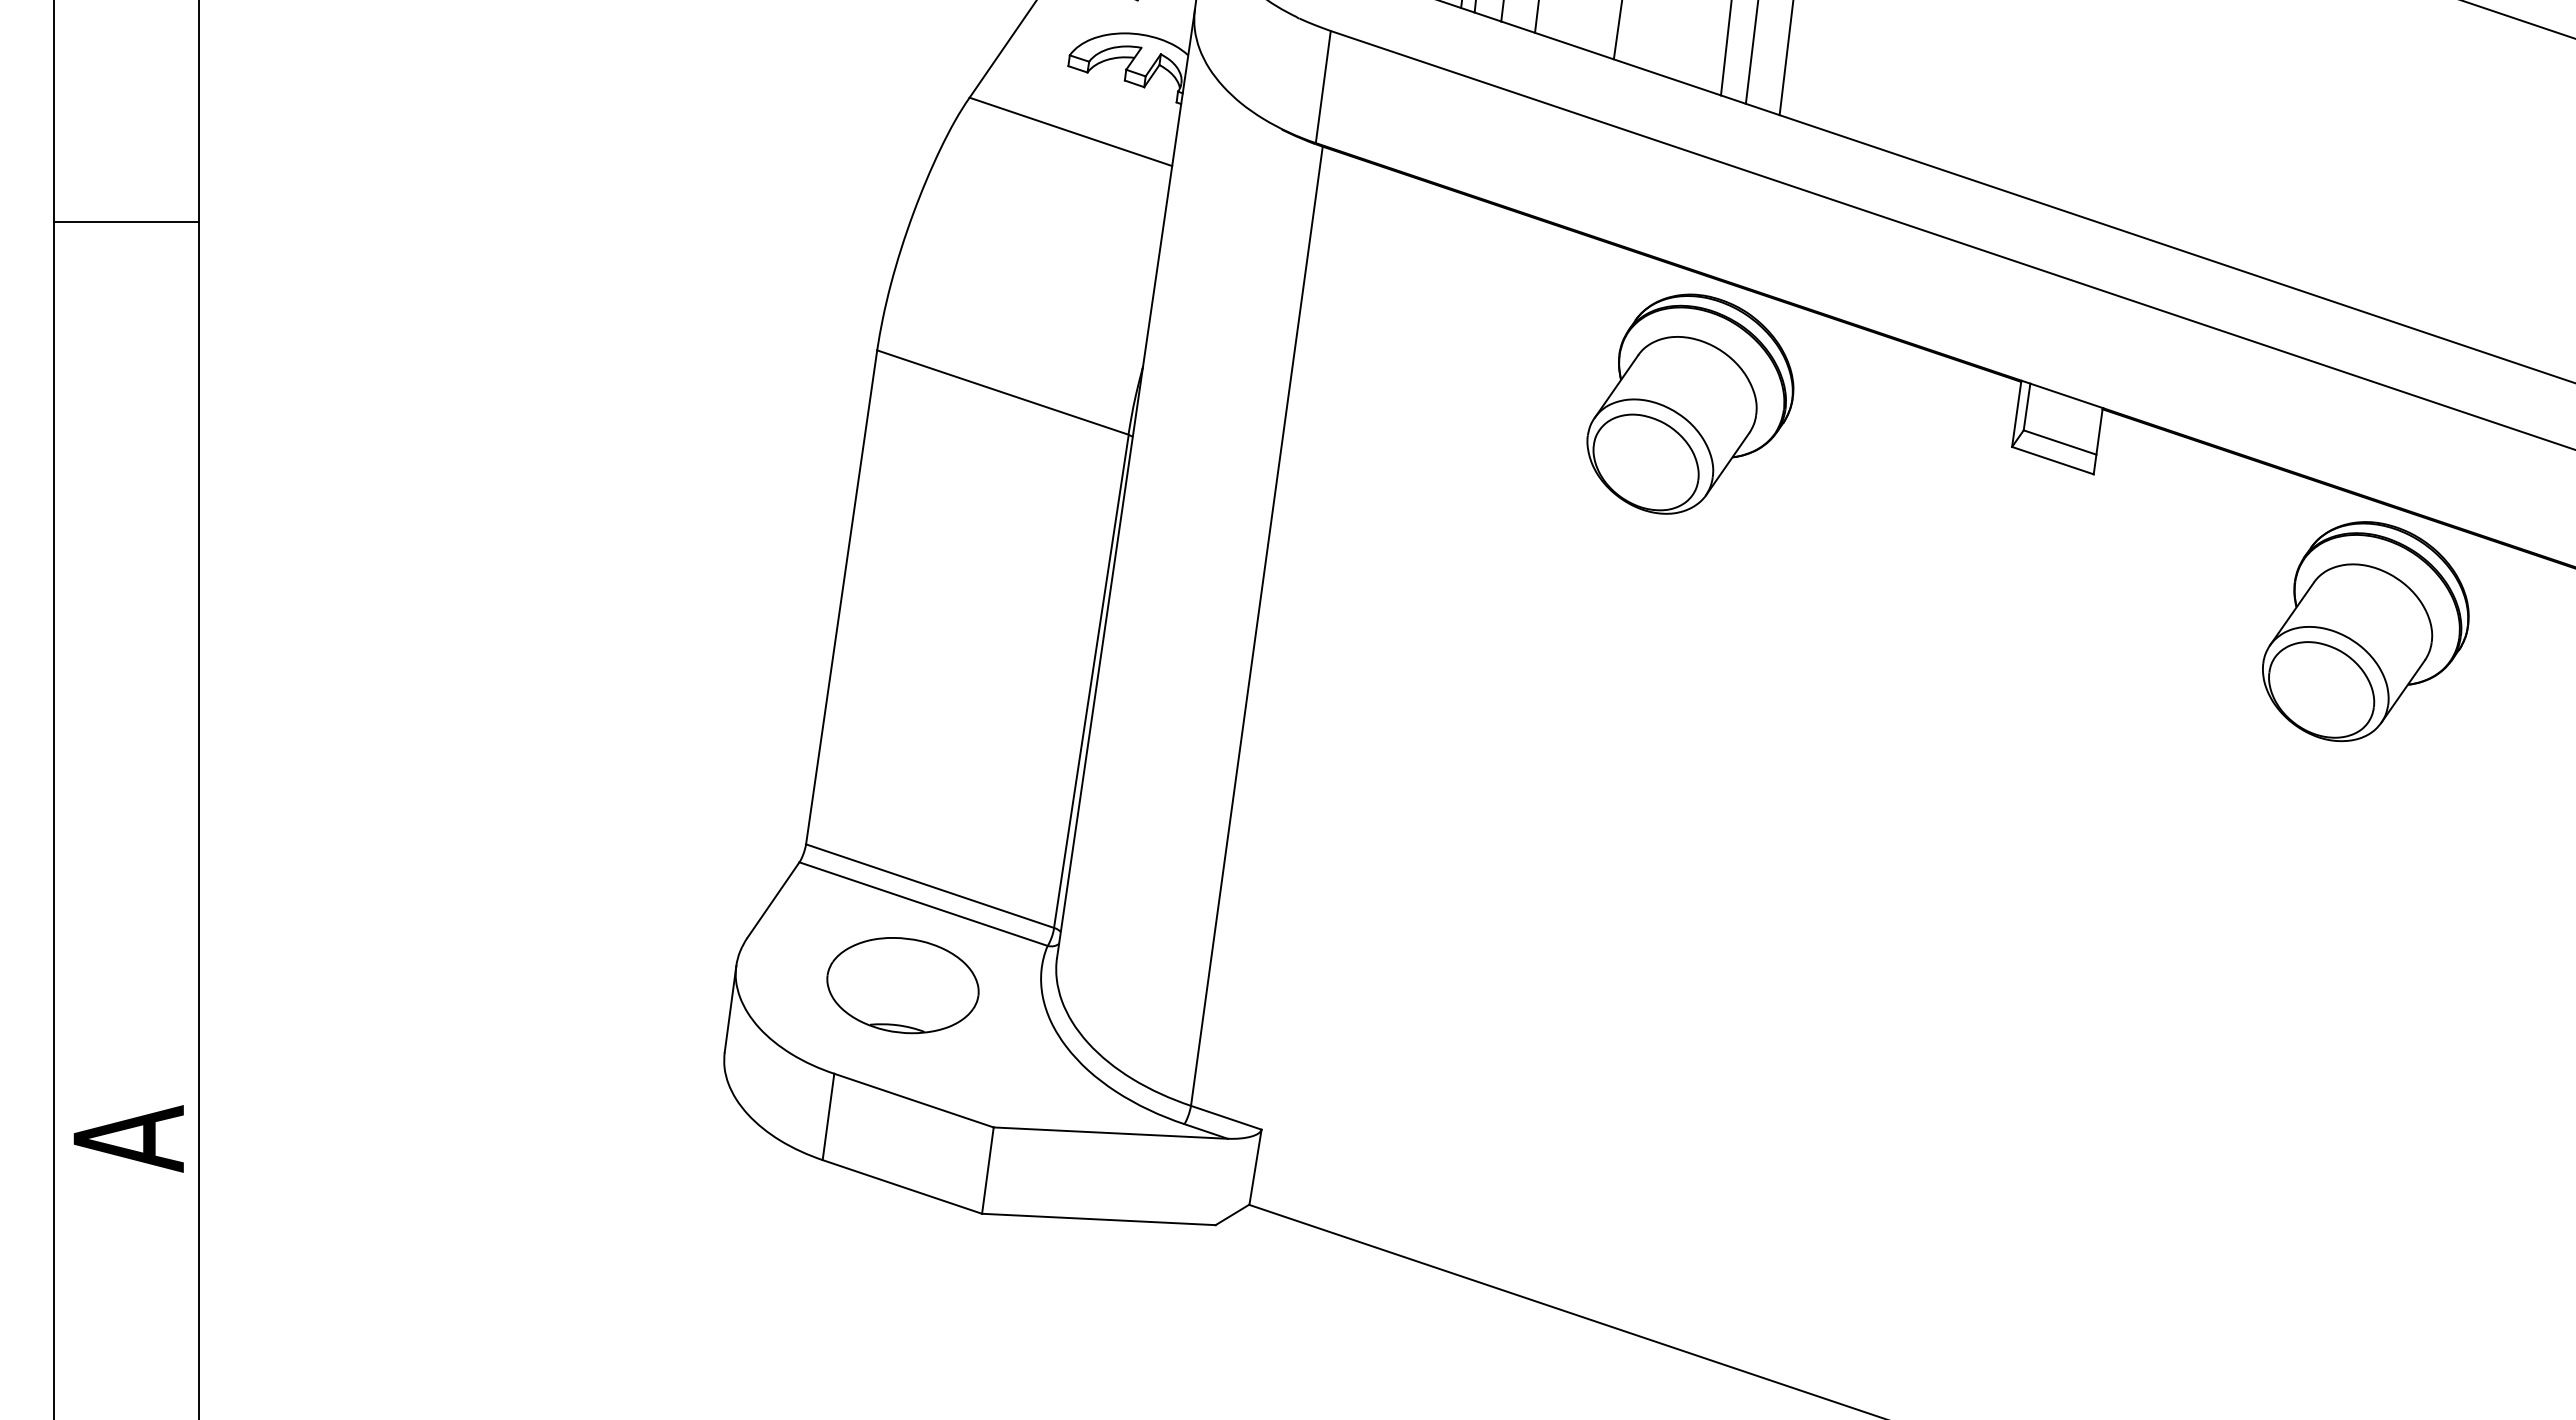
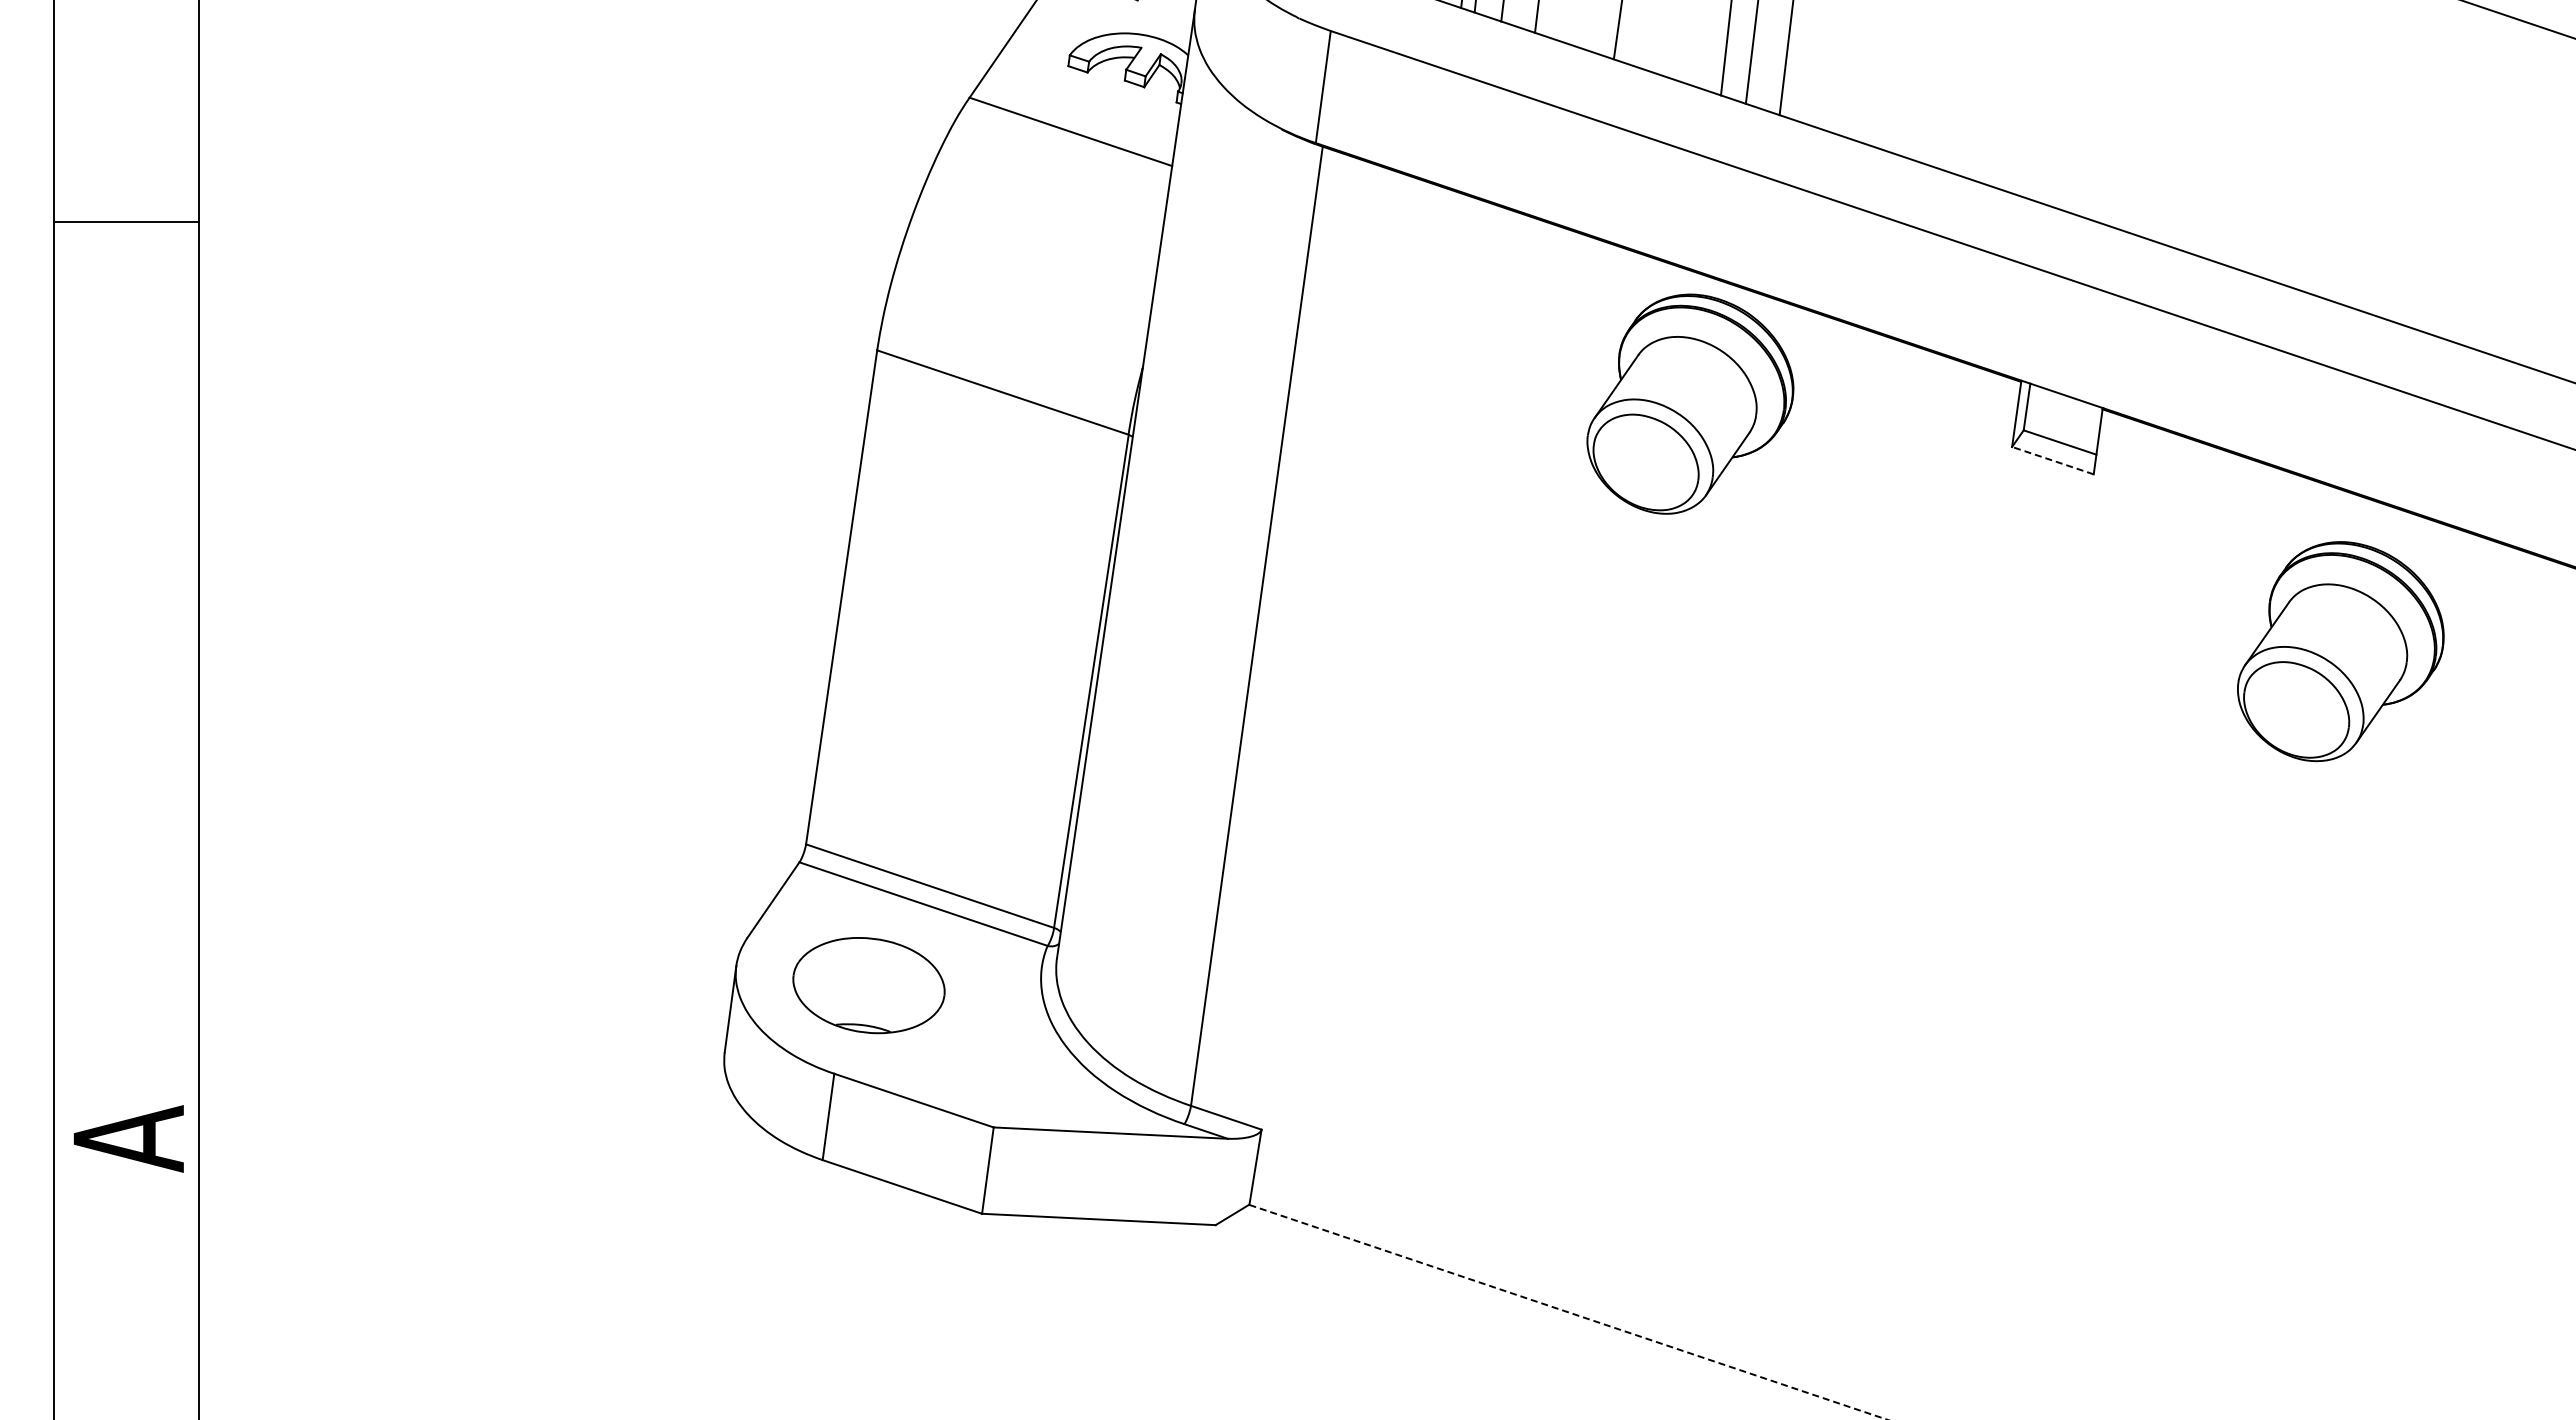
line at (2052, 460): solid -> dashed
part at (2365, 631) position: (2365, 631) -> (2340, 651)
part at (902, 985) position: (902, 985) -> (868, 985)
line at (1568, 1312): solid -> dashed
